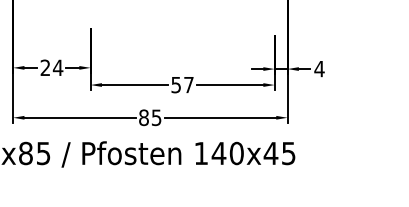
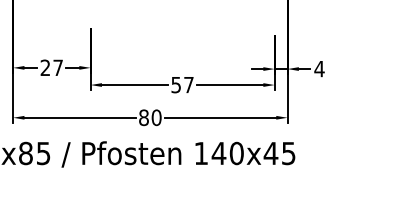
text at (57, 67): 24 -> 27
text at (156, 117): 85 -> 80
